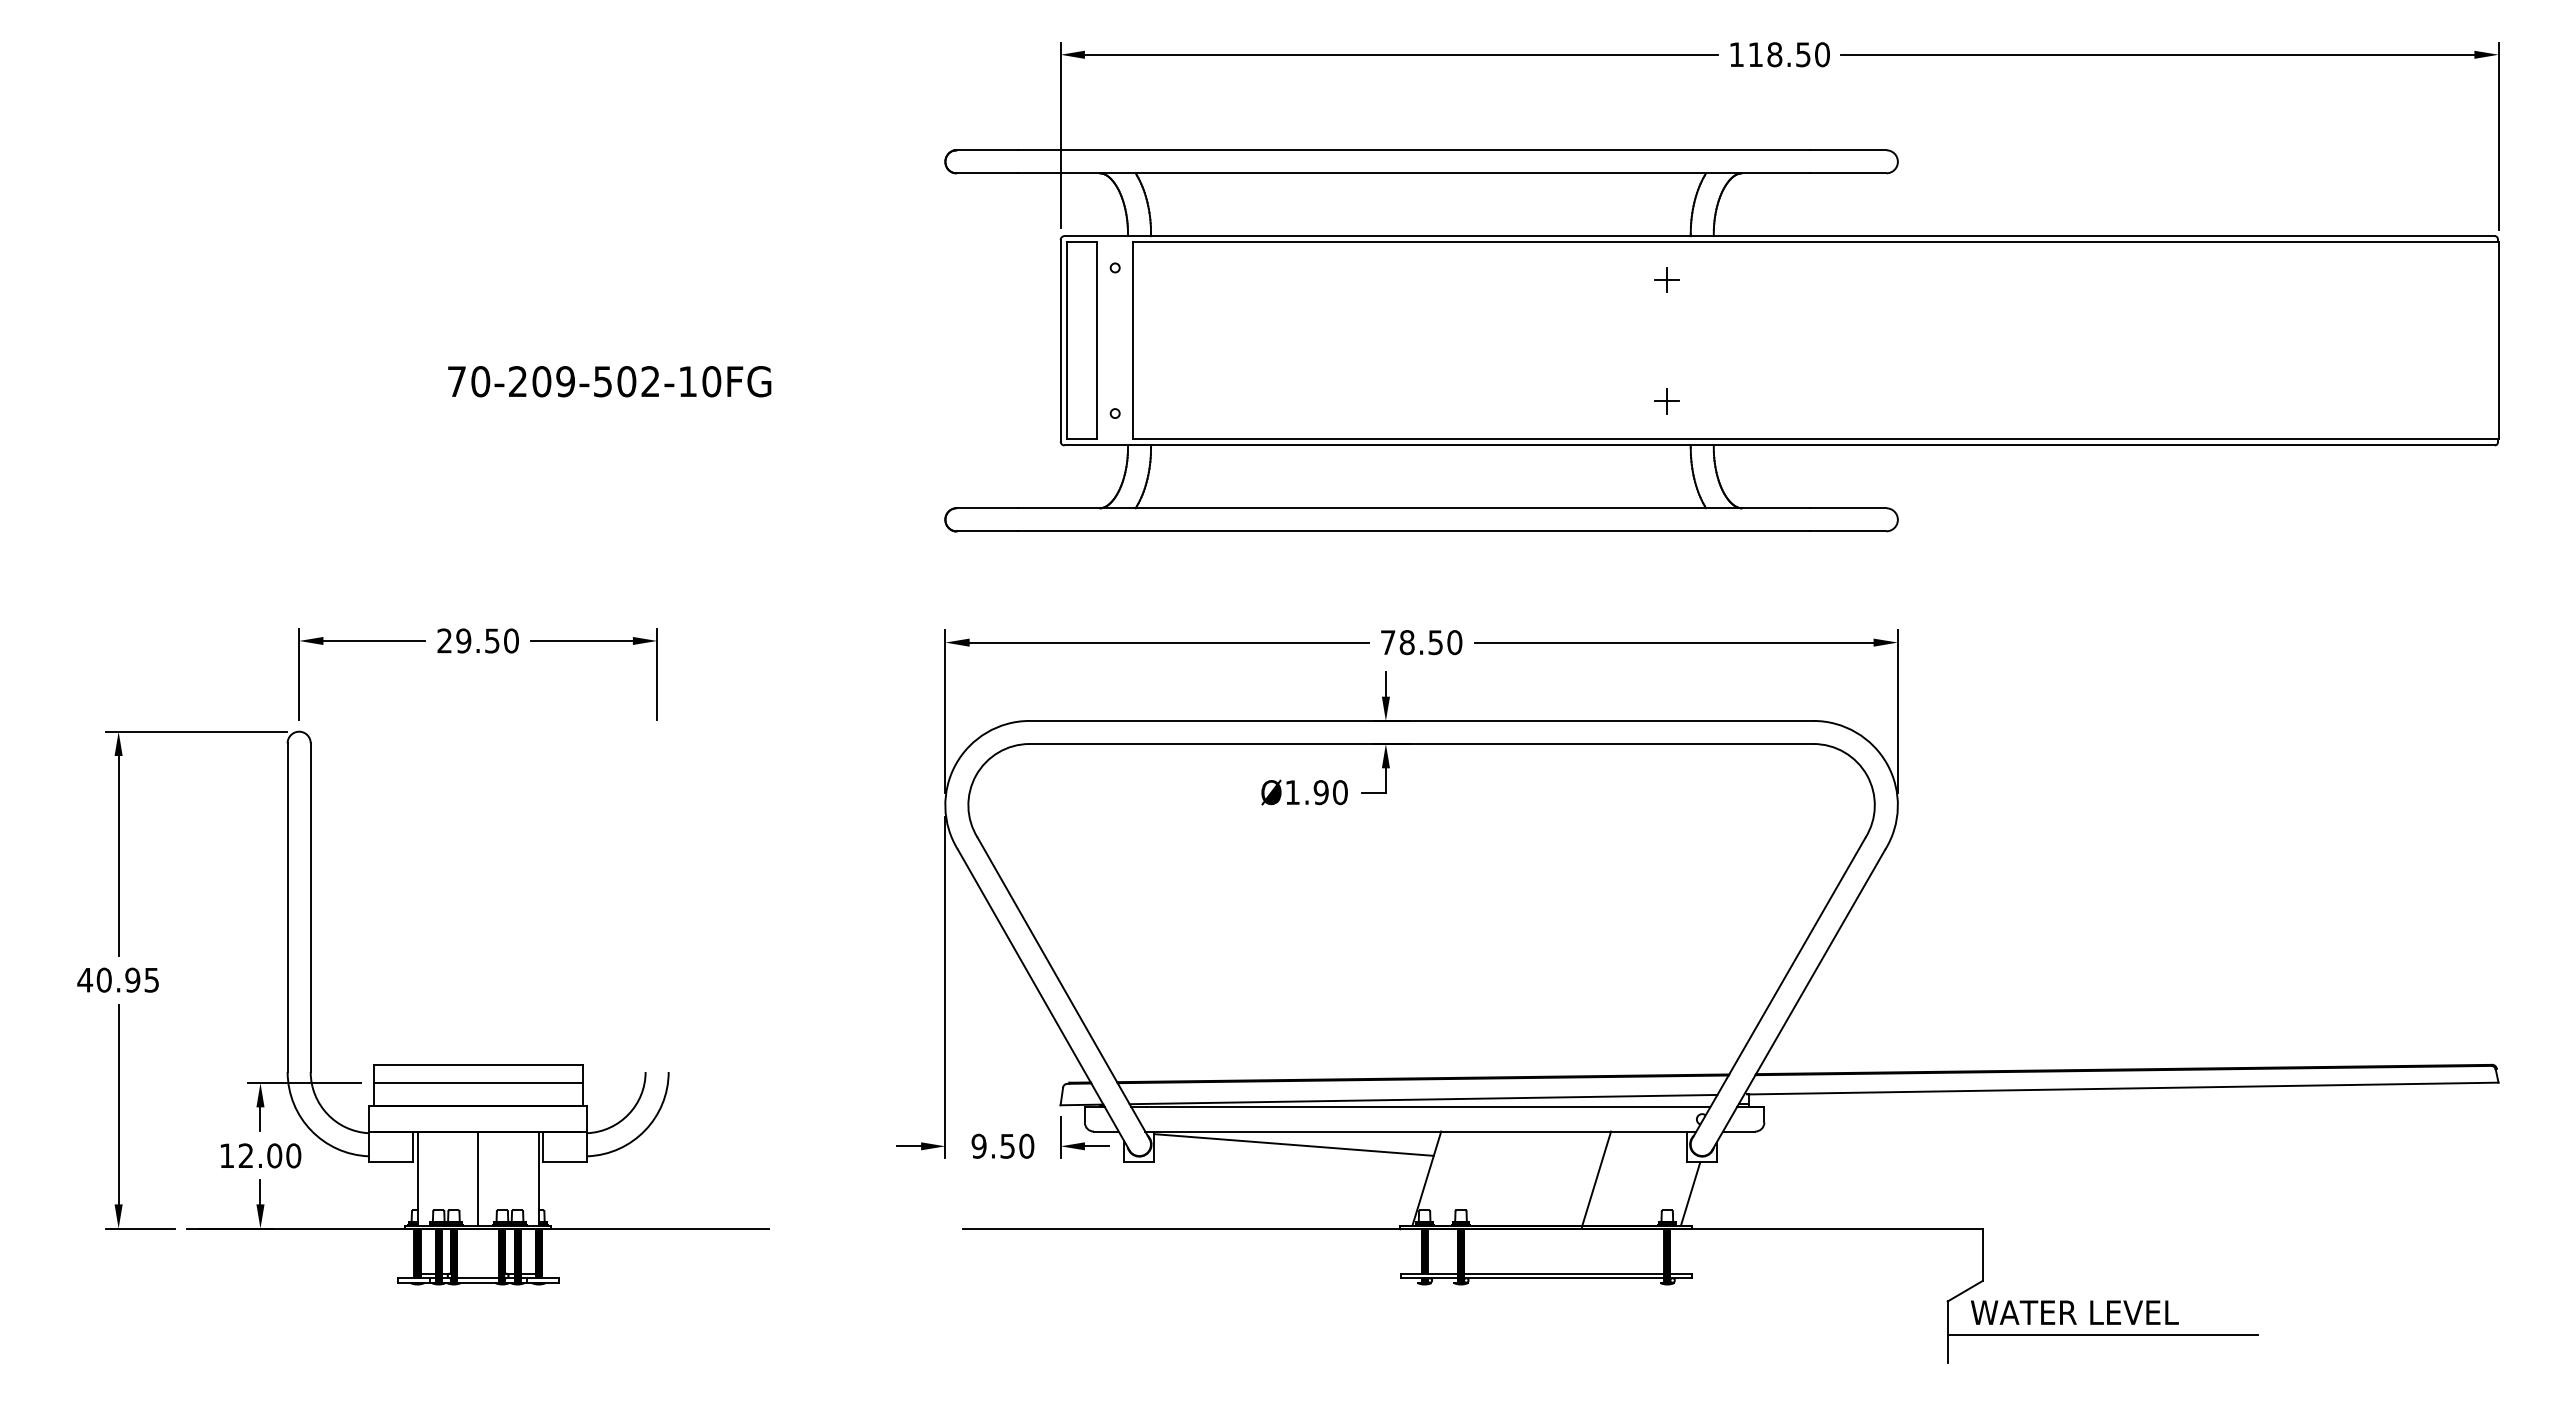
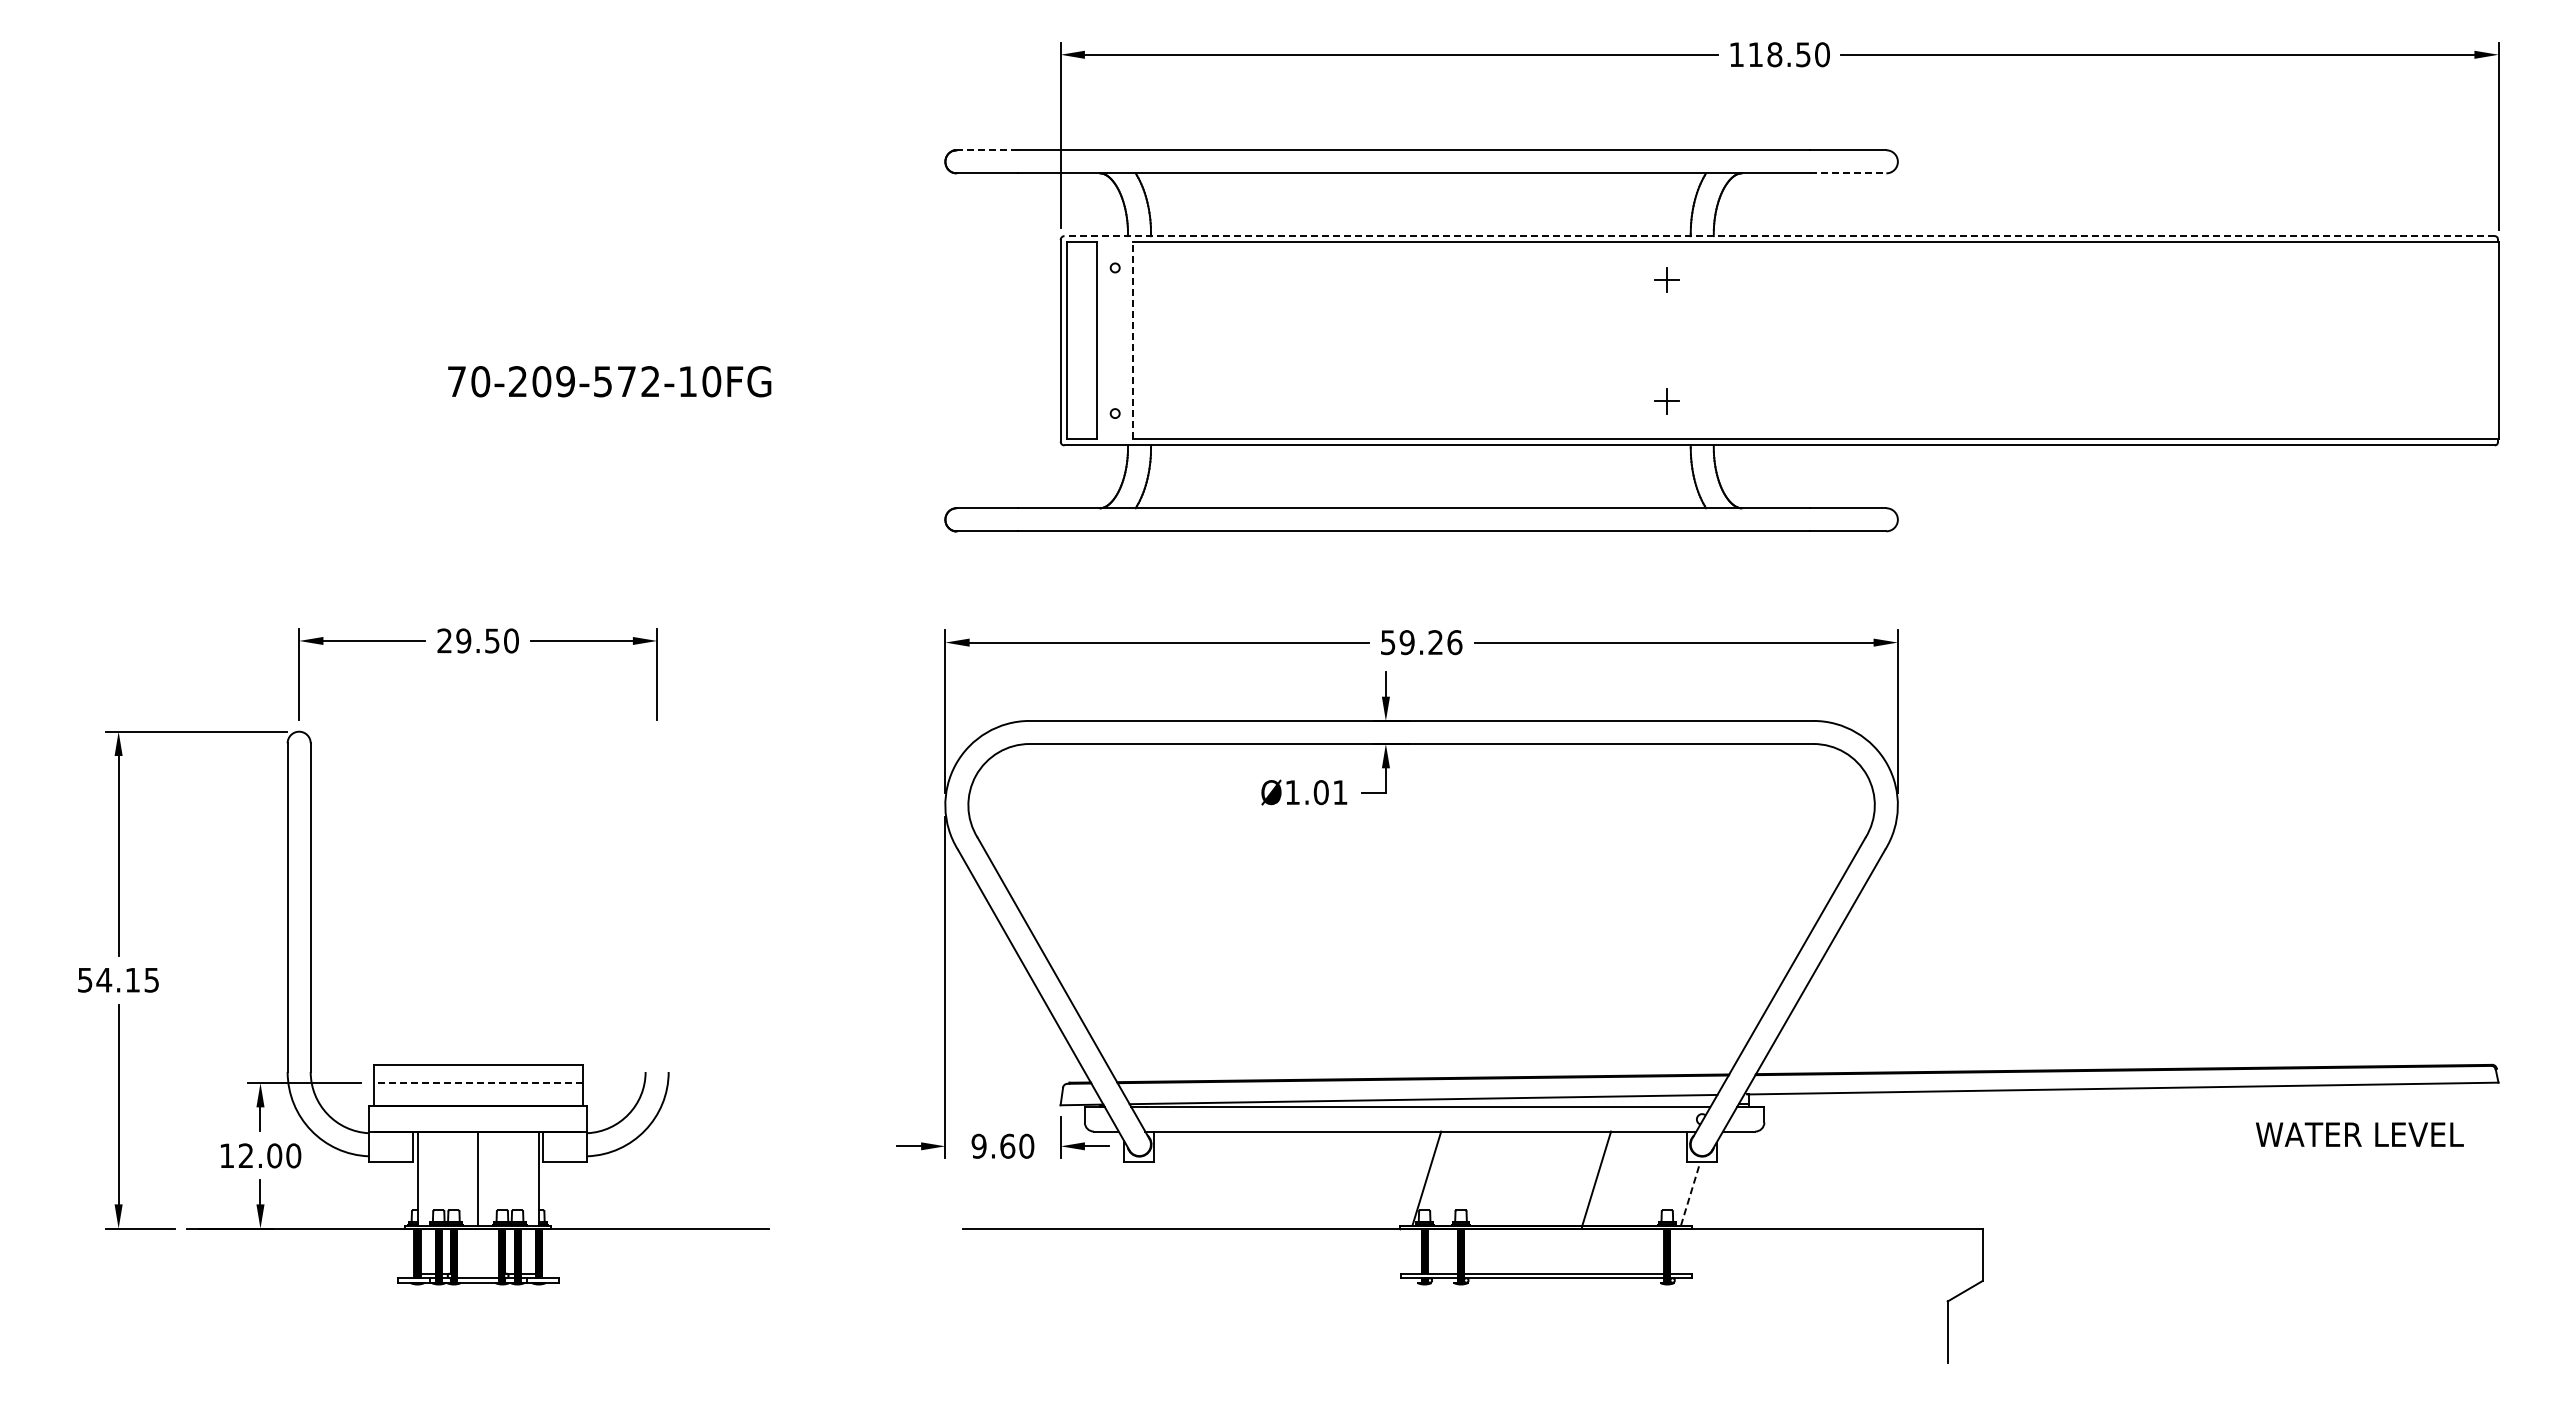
line at (987, 150): solid -> dashed
line at (1848, 173): solid -> dashed
line at (1779, 236): solid -> dashed
line at (1133, 340): solid -> dashed
text at (626, 381): 70-209-502-10FG -> 70-209-572-10FG
text at (1421, 642): 78.50 -> 59.26
text at (1330, 792): Ø1.90 -> Ø1.01
text at (108, 979): 40.95 -> 54.15
line at (478, 1083): solid -> dashed
line at (1293, 1144): present -> none
text at (1007, 1145): 9.50 -> 9.60
line at (1690, 1193): solid -> dashed
text at (2074, 1312) position: (2074, 1312) -> (2359, 1134)
line at (2102, 1334): present -> none
